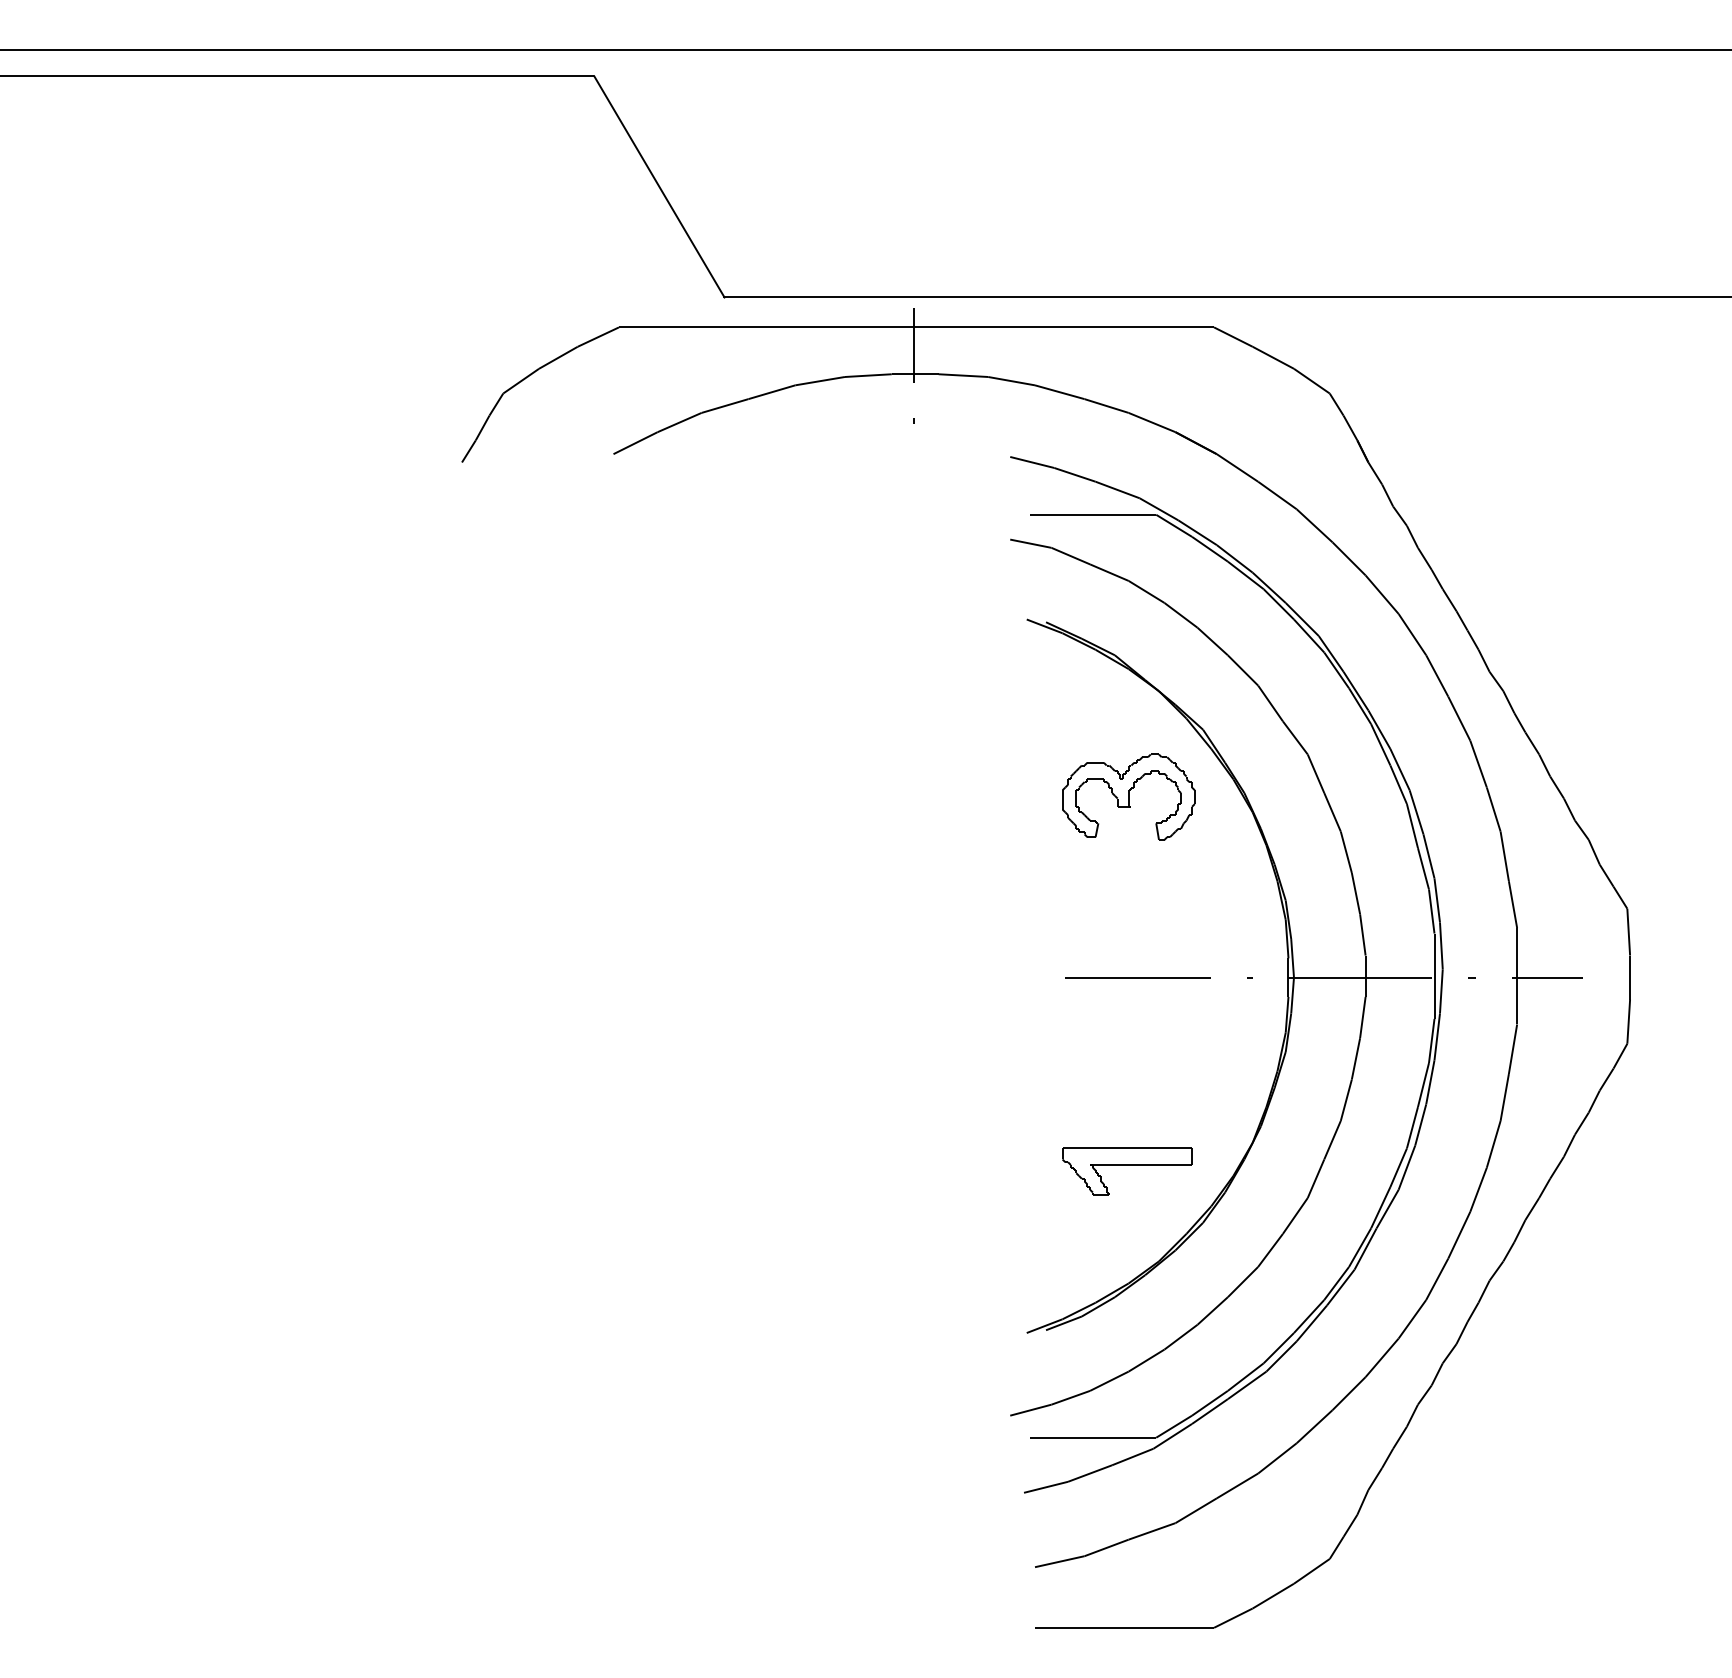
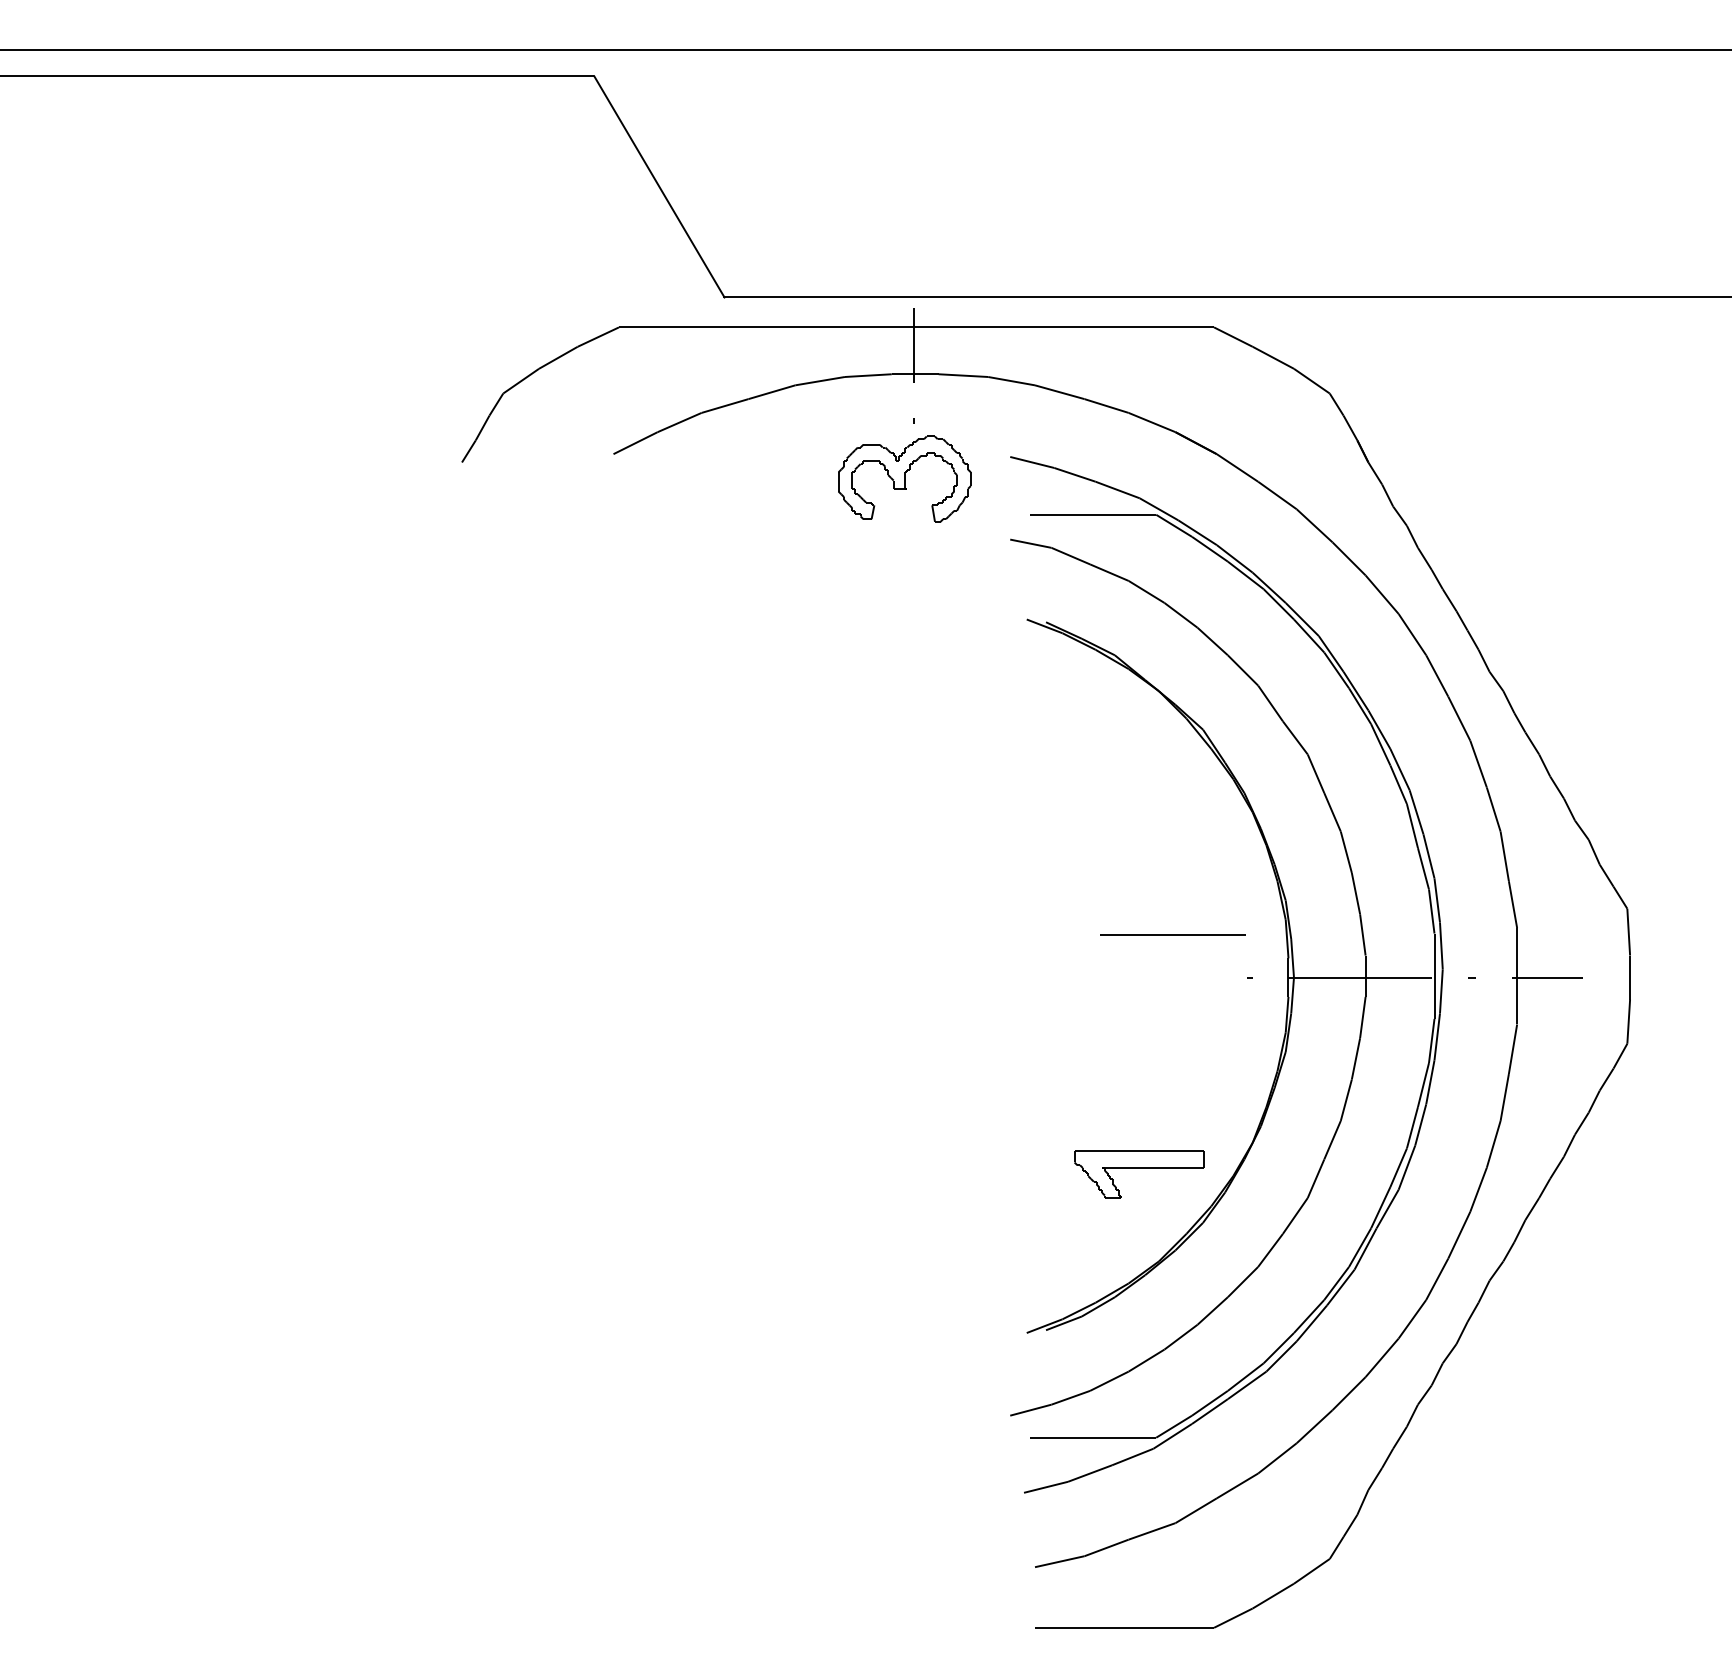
part at (1128, 796) position: (1128, 796) -> (904, 478)
line at (1137, 977) position: (1137, 977) -> (1172, 934)
part at (1127, 1171) position: (1127, 1171) -> (1139, 1174)
